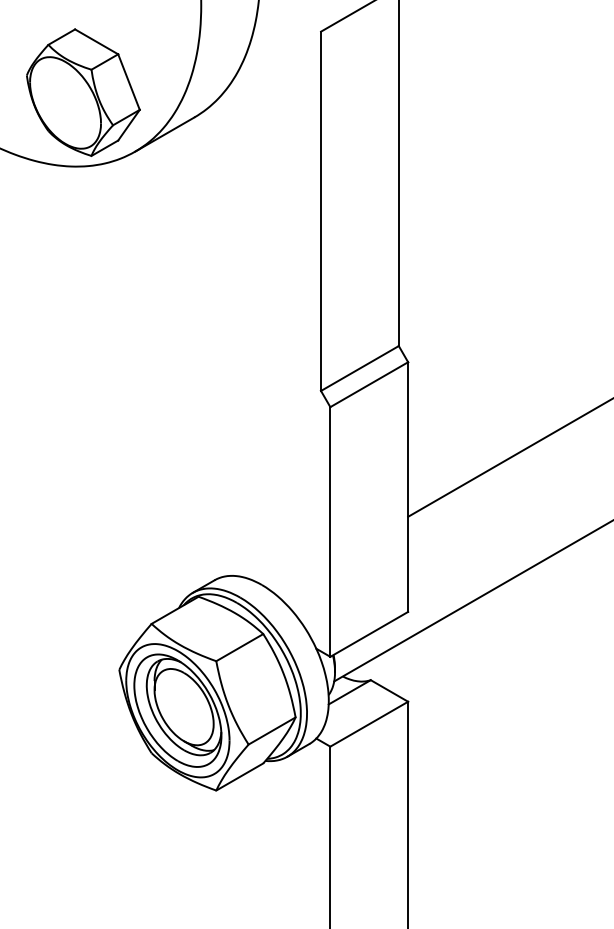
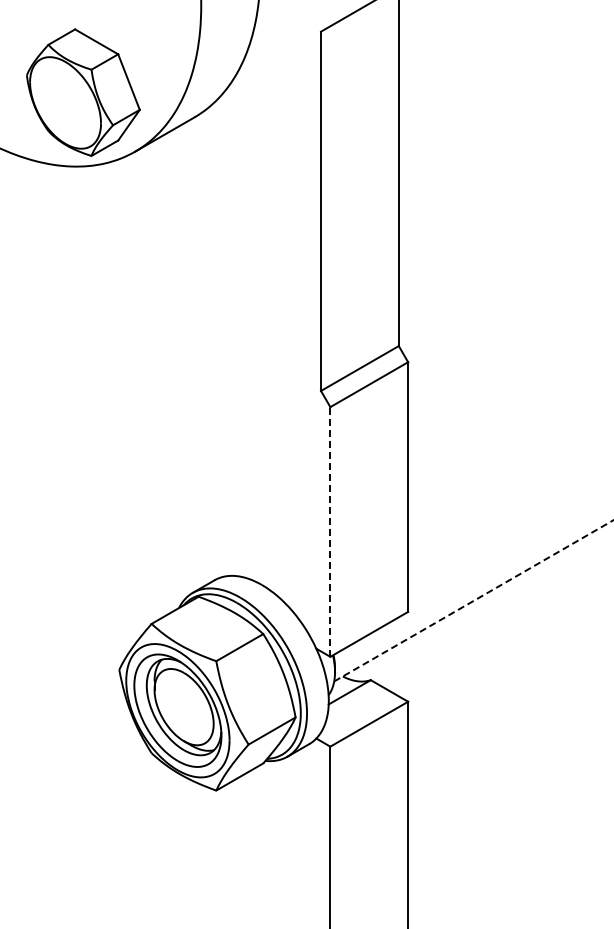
line at (509, 457): present -> none
line at (330, 531): solid -> dashed
line at (474, 600): solid -> dashed
